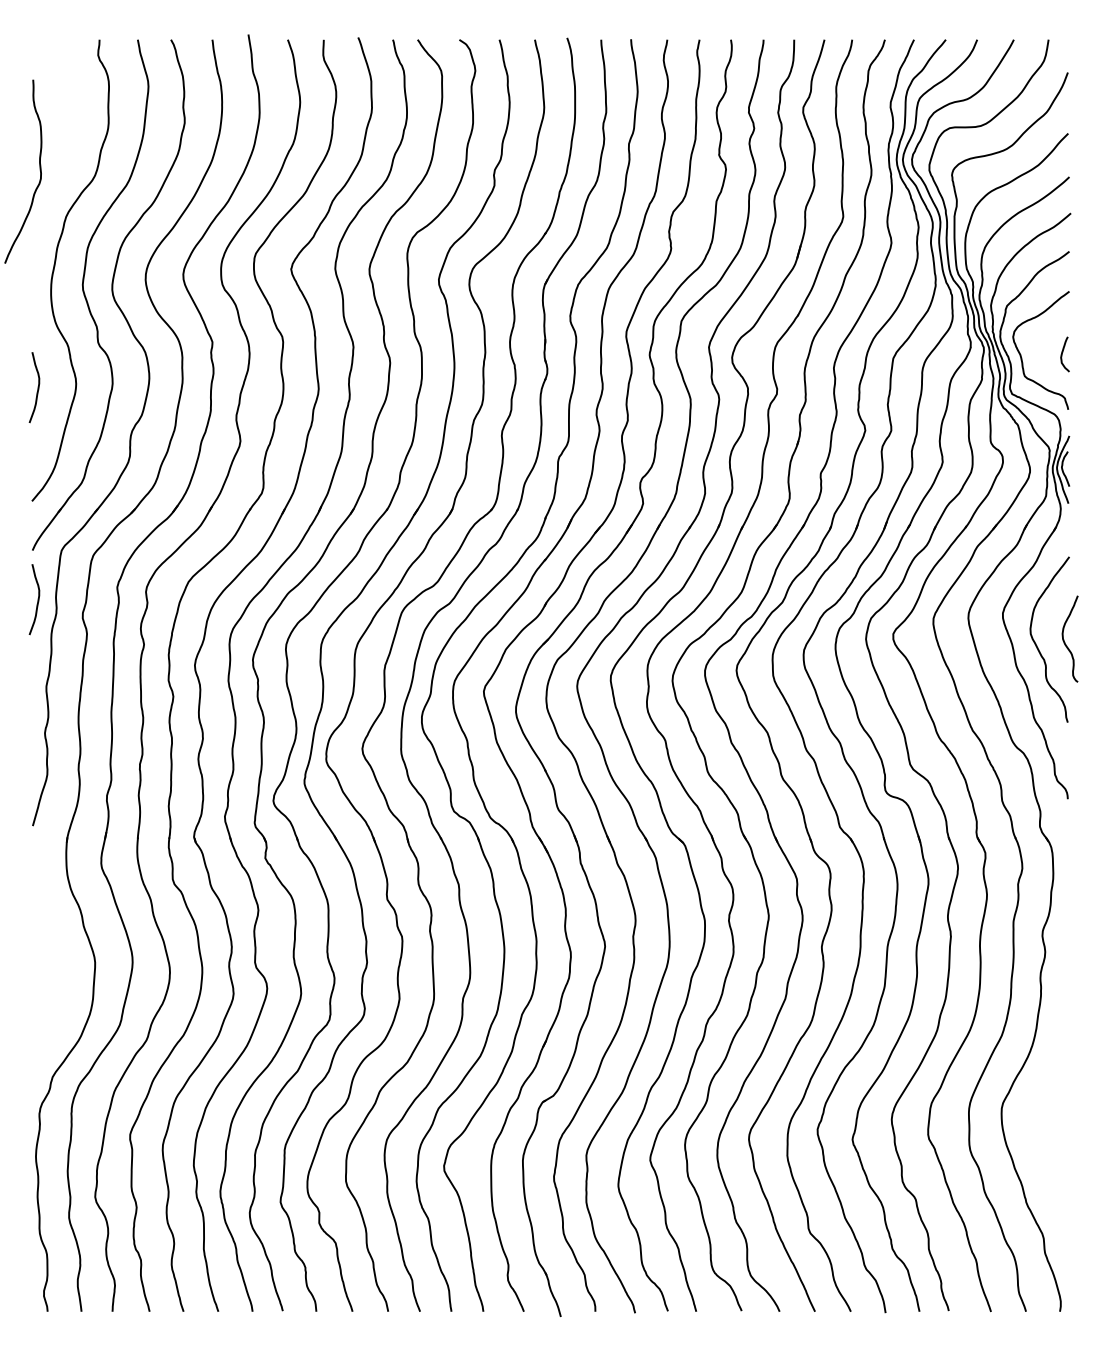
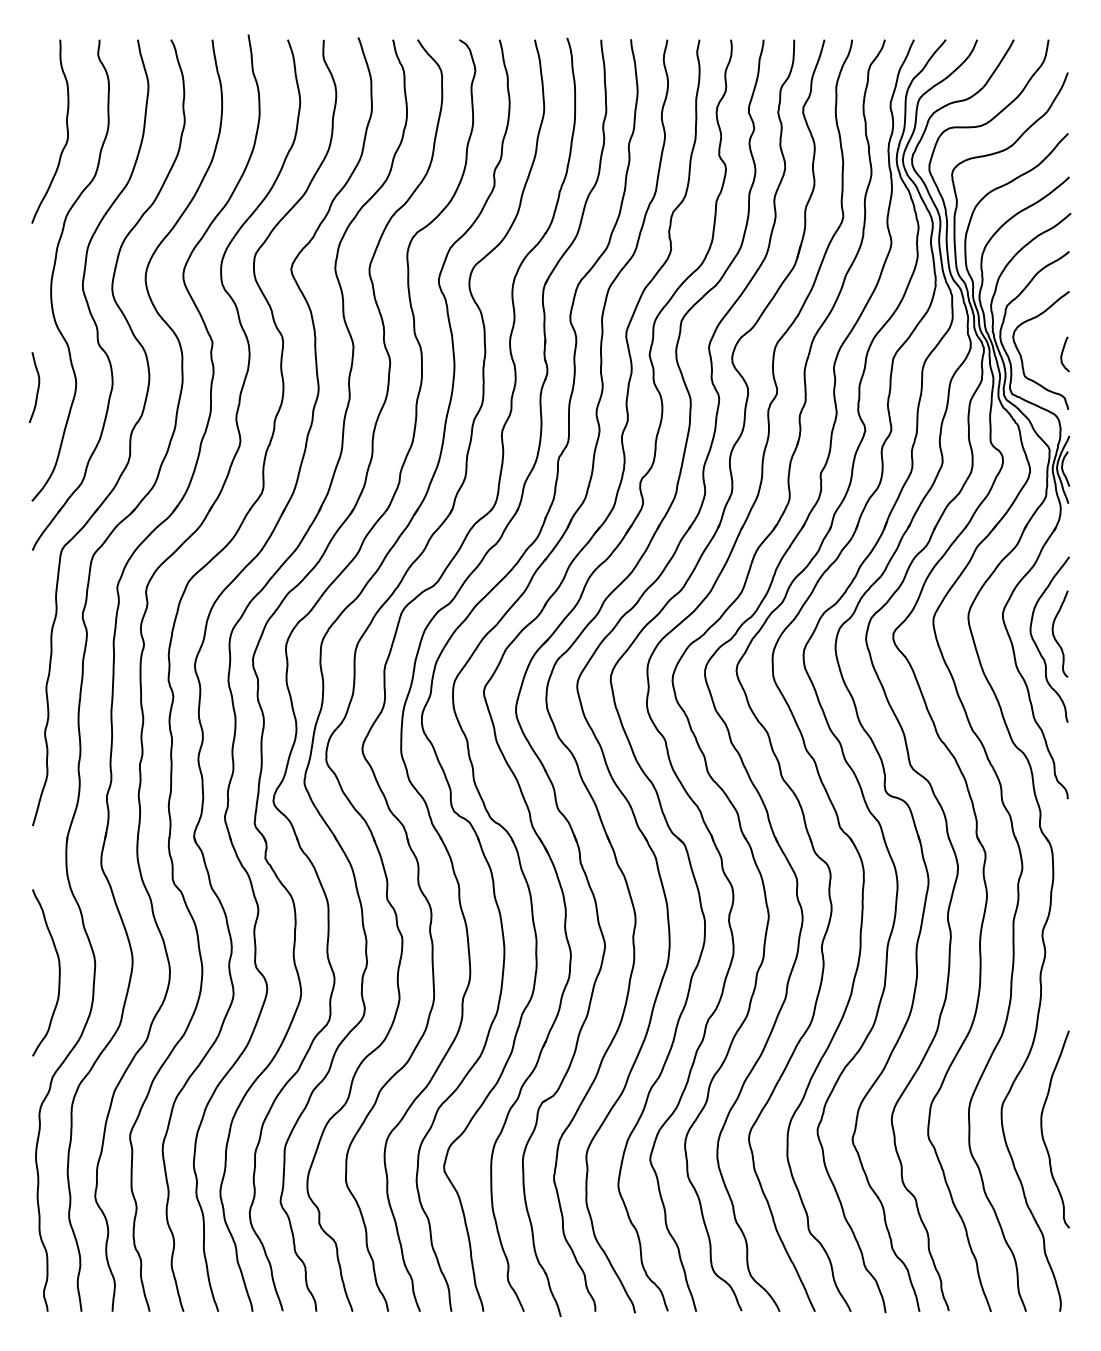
curve at (39, 170) position: (39, 170) -> (66, 130)
curve at (37, 599): present -> none
curve at (1064, 639) position: (1064, 639) -> (1054, 634)
curve at (58, 973): none -> present
curve at (1042, 1129): none -> present
